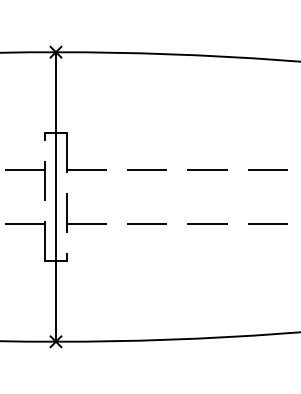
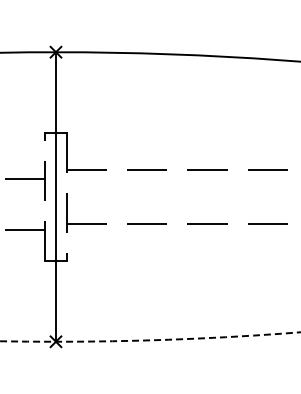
line at (23, 170) position: (23, 170) -> (23, 179)
line at (23, 223) position: (23, 223) -> (23, 229)
arc at (151, 340): solid -> dashed
